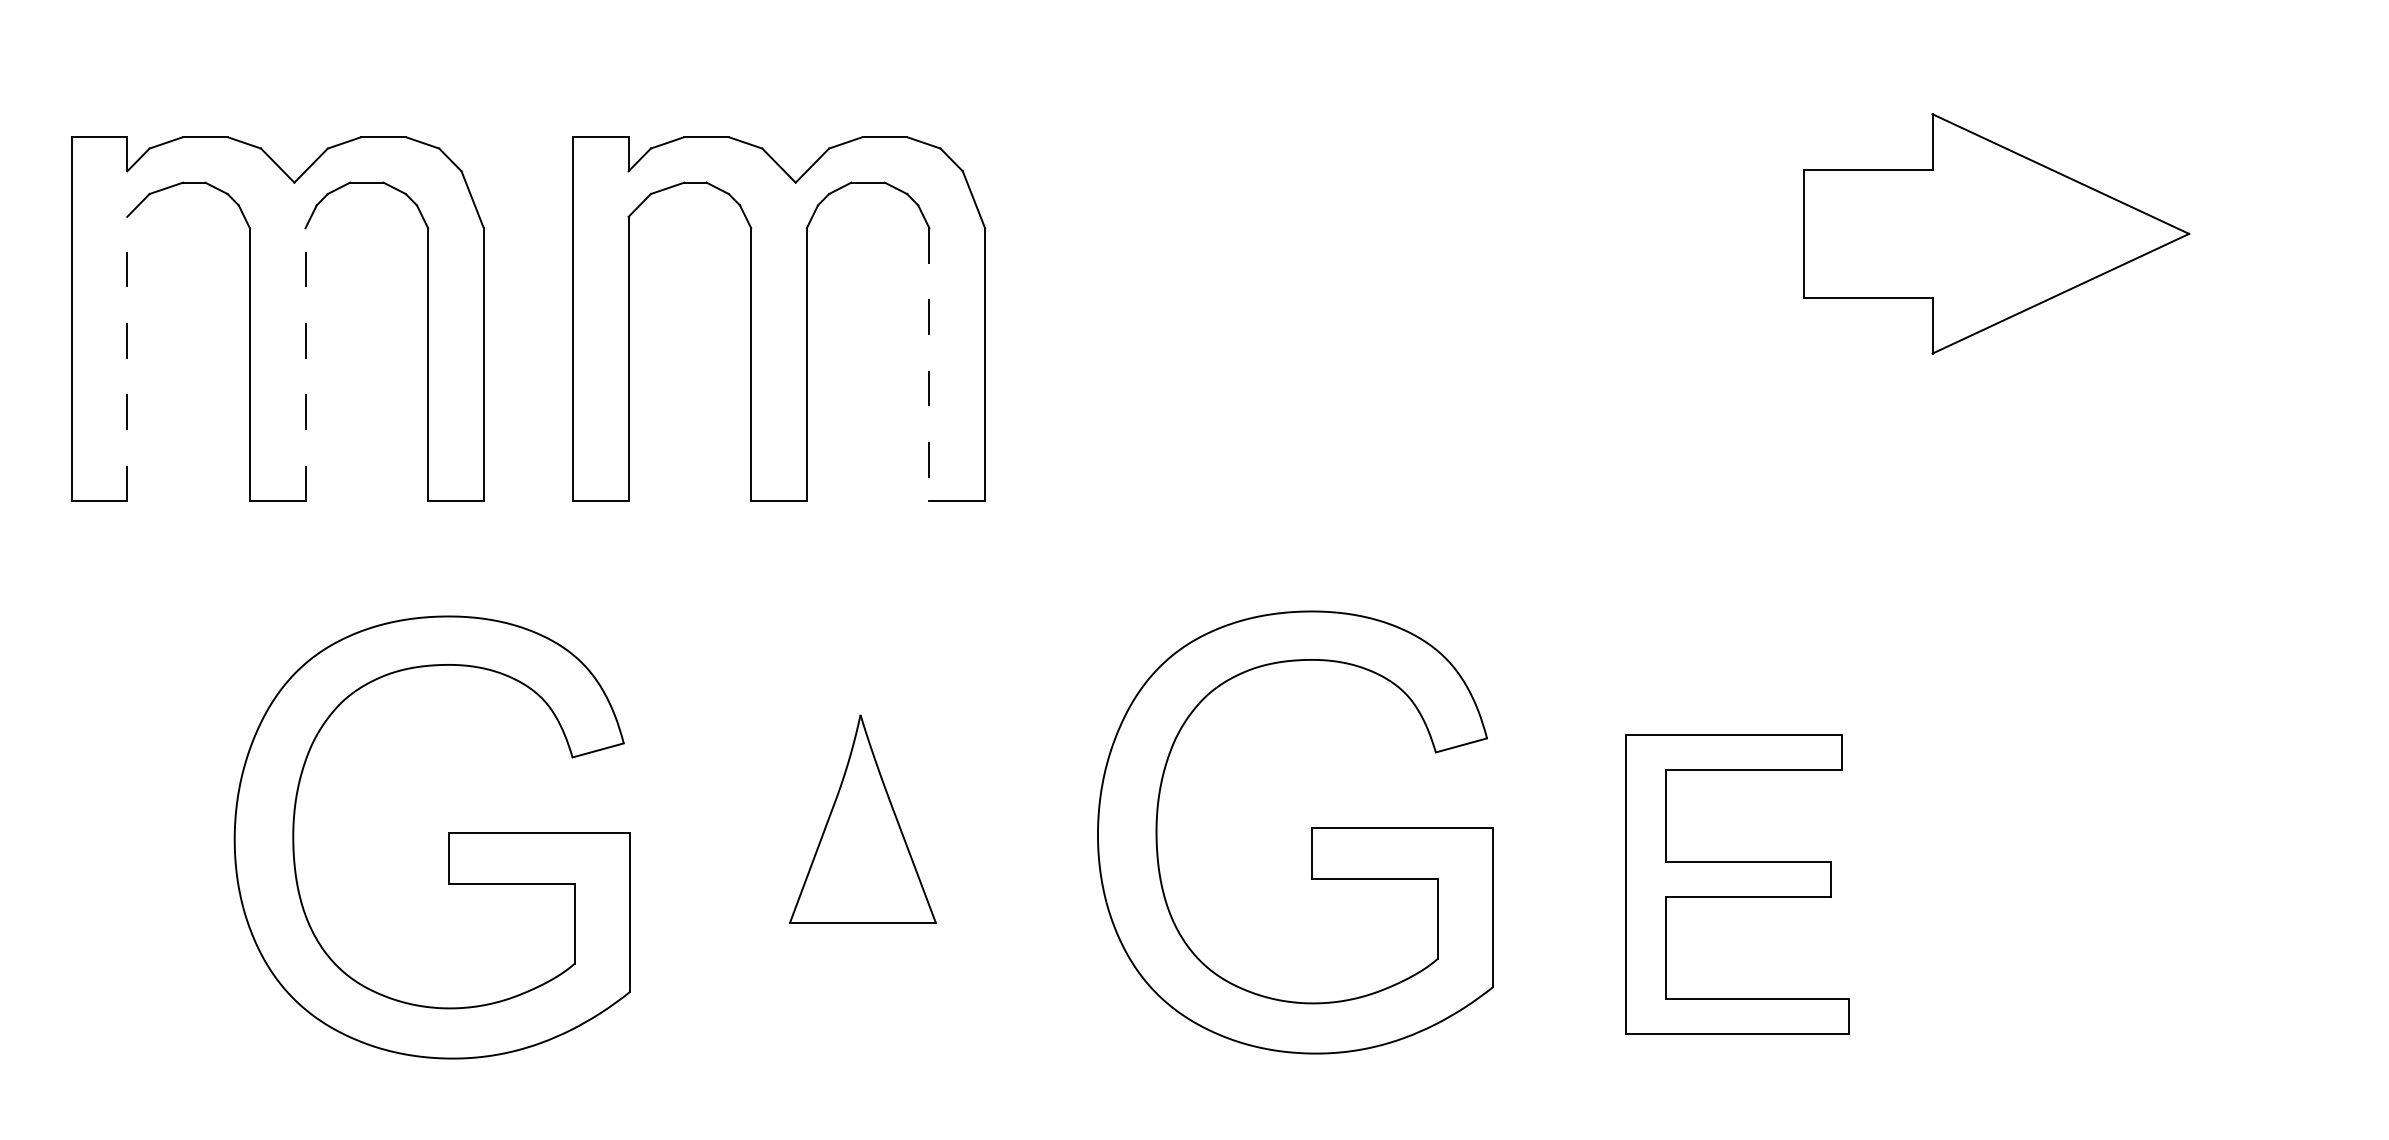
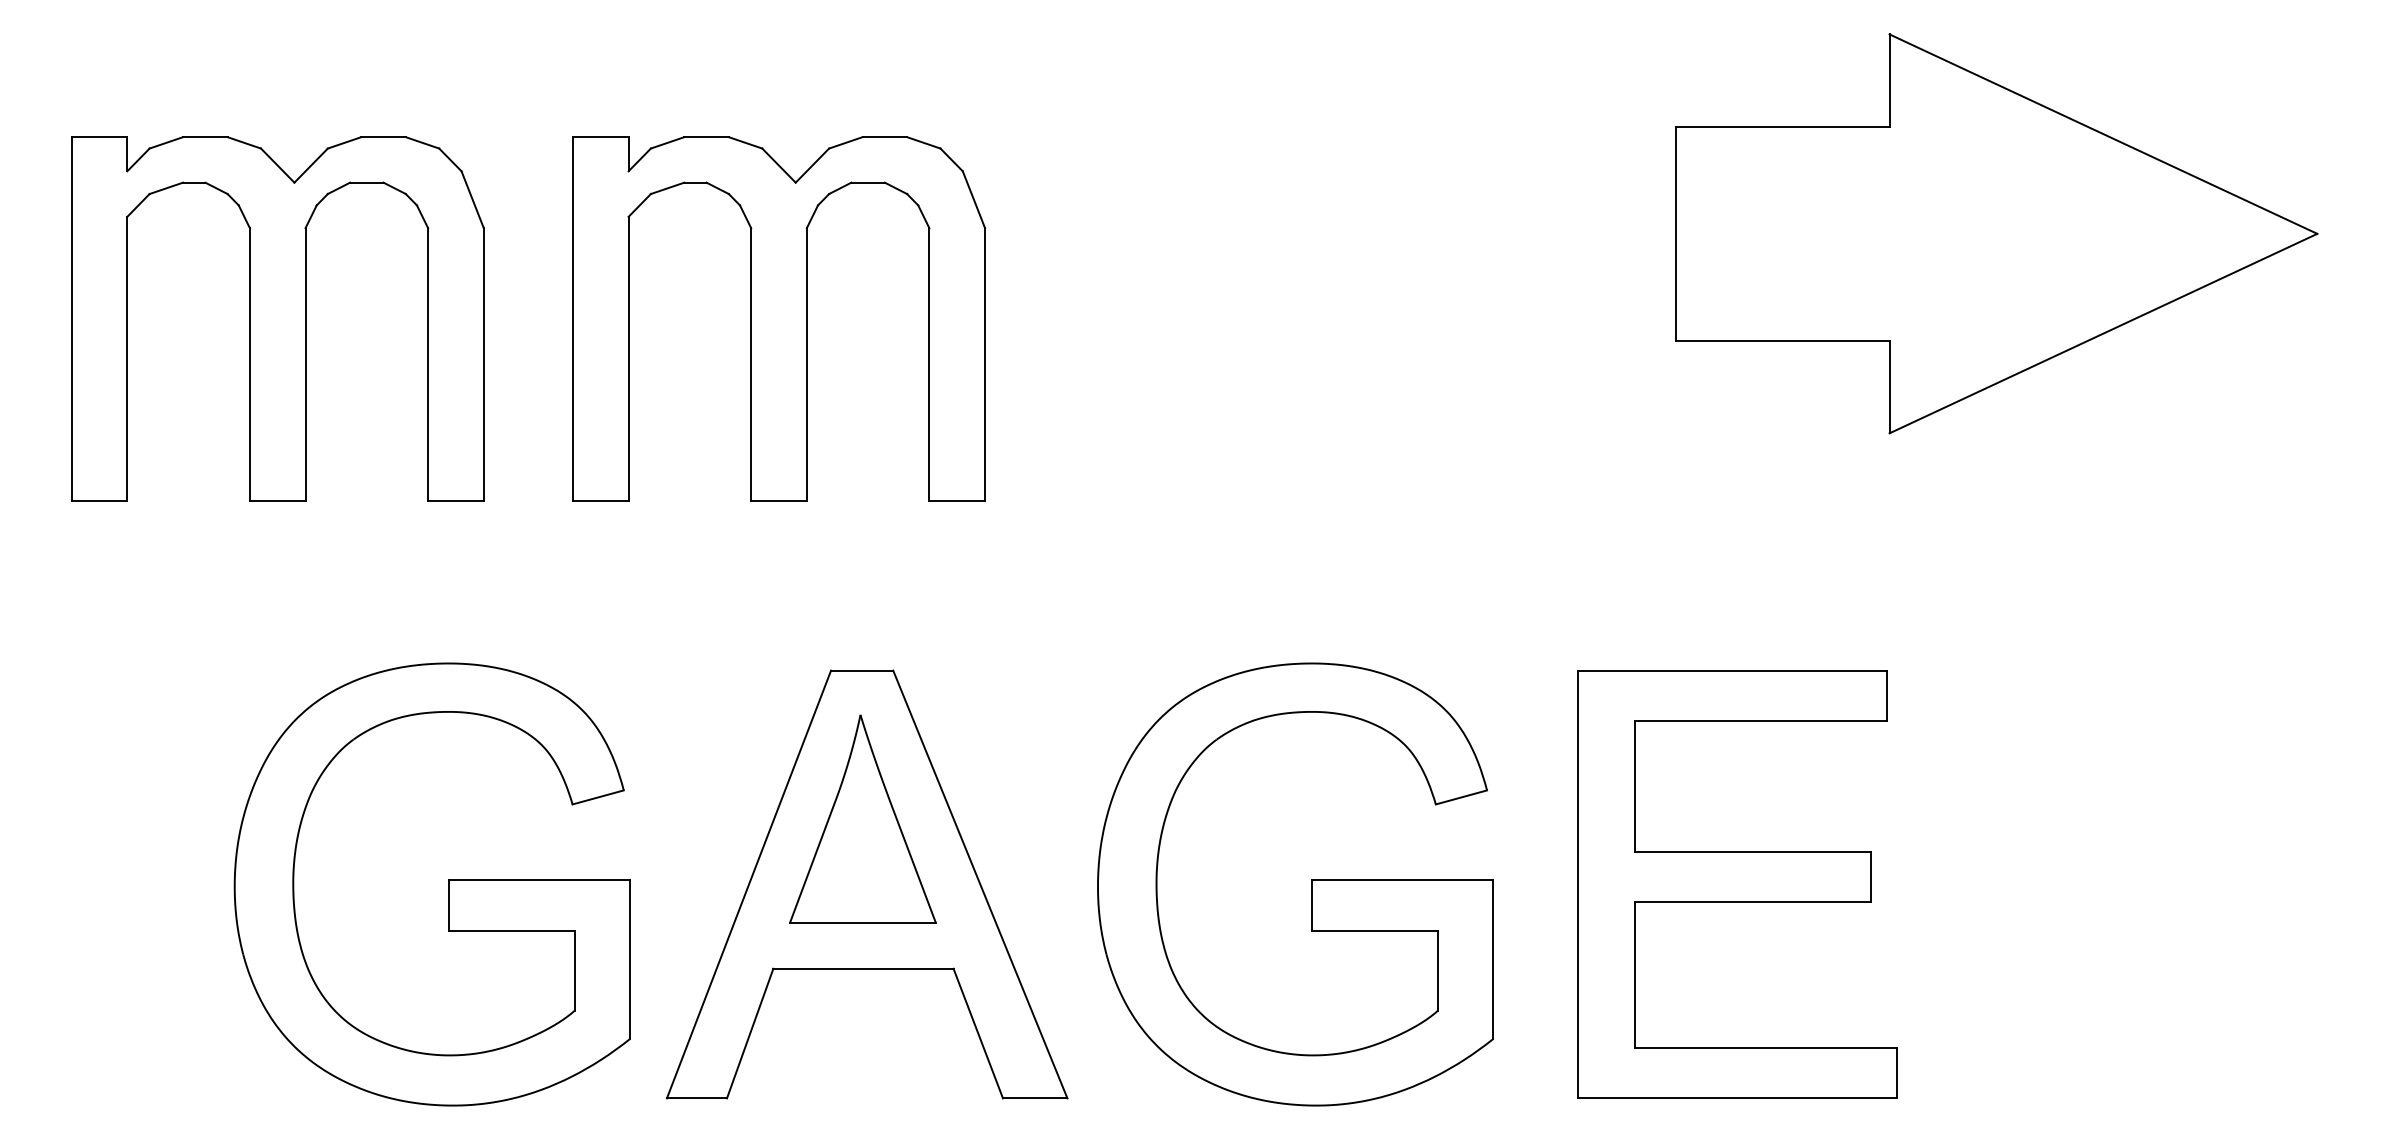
part at (1996, 233) size: 388x242 px -> 644x402 px
line at (127, 358): dashed -> solid
line at (305, 364): dashed -> solid
line at (929, 364): dashed -> solid
part at (1311, 832) position: (1311, 832) -> (1311, 884)
part at (448, 837) position: (448, 837) -> (448, 884)
part at (866, 884): none -> present
part at (1737, 884) size: 225x301 px -> 321x429 px
